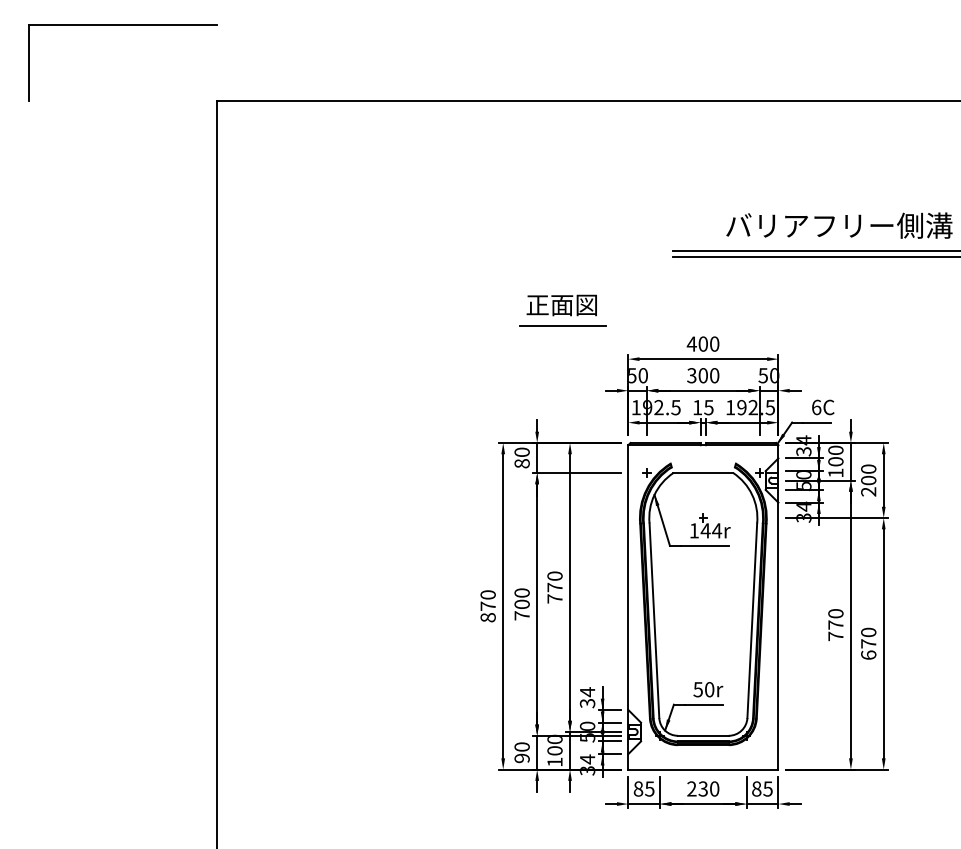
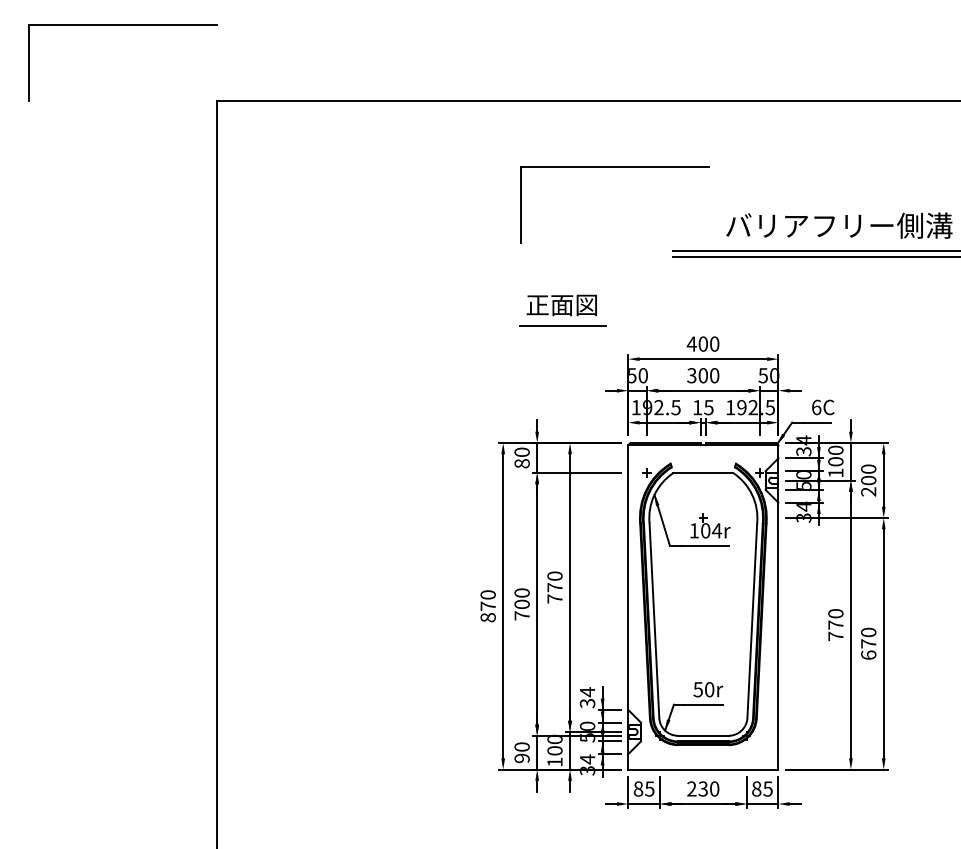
part at (614, 167): none -> present
text at (705, 530): 144r -> 104r
